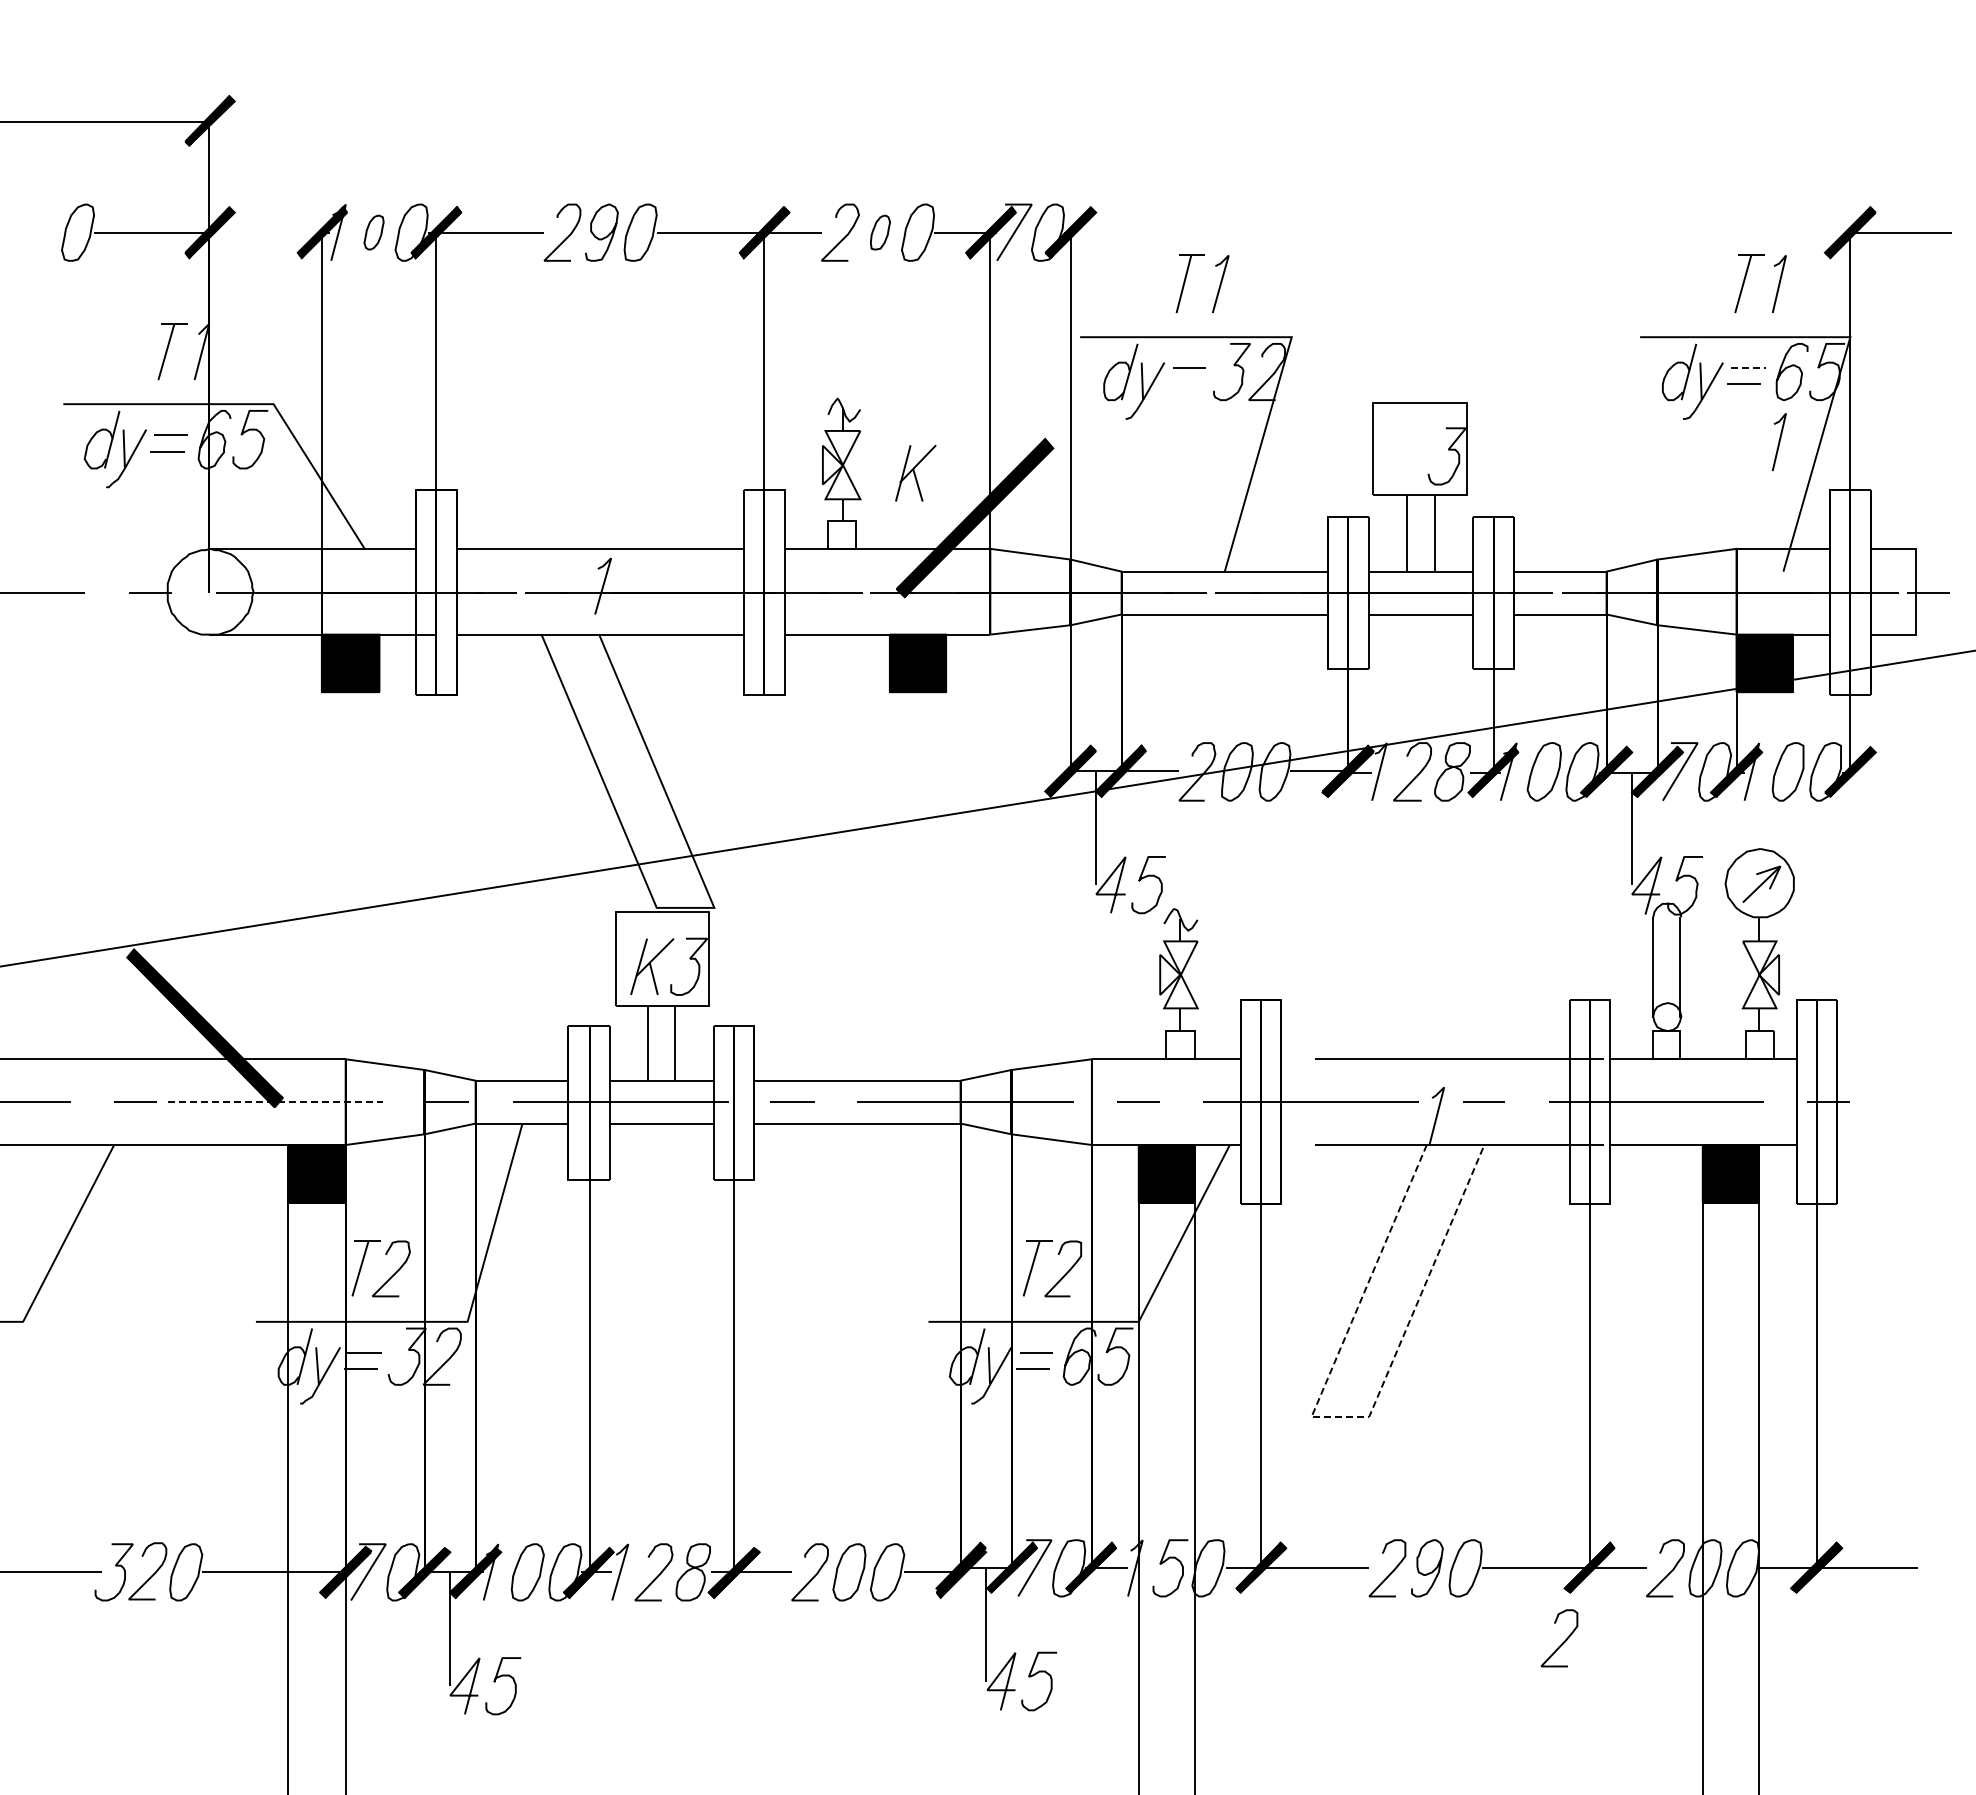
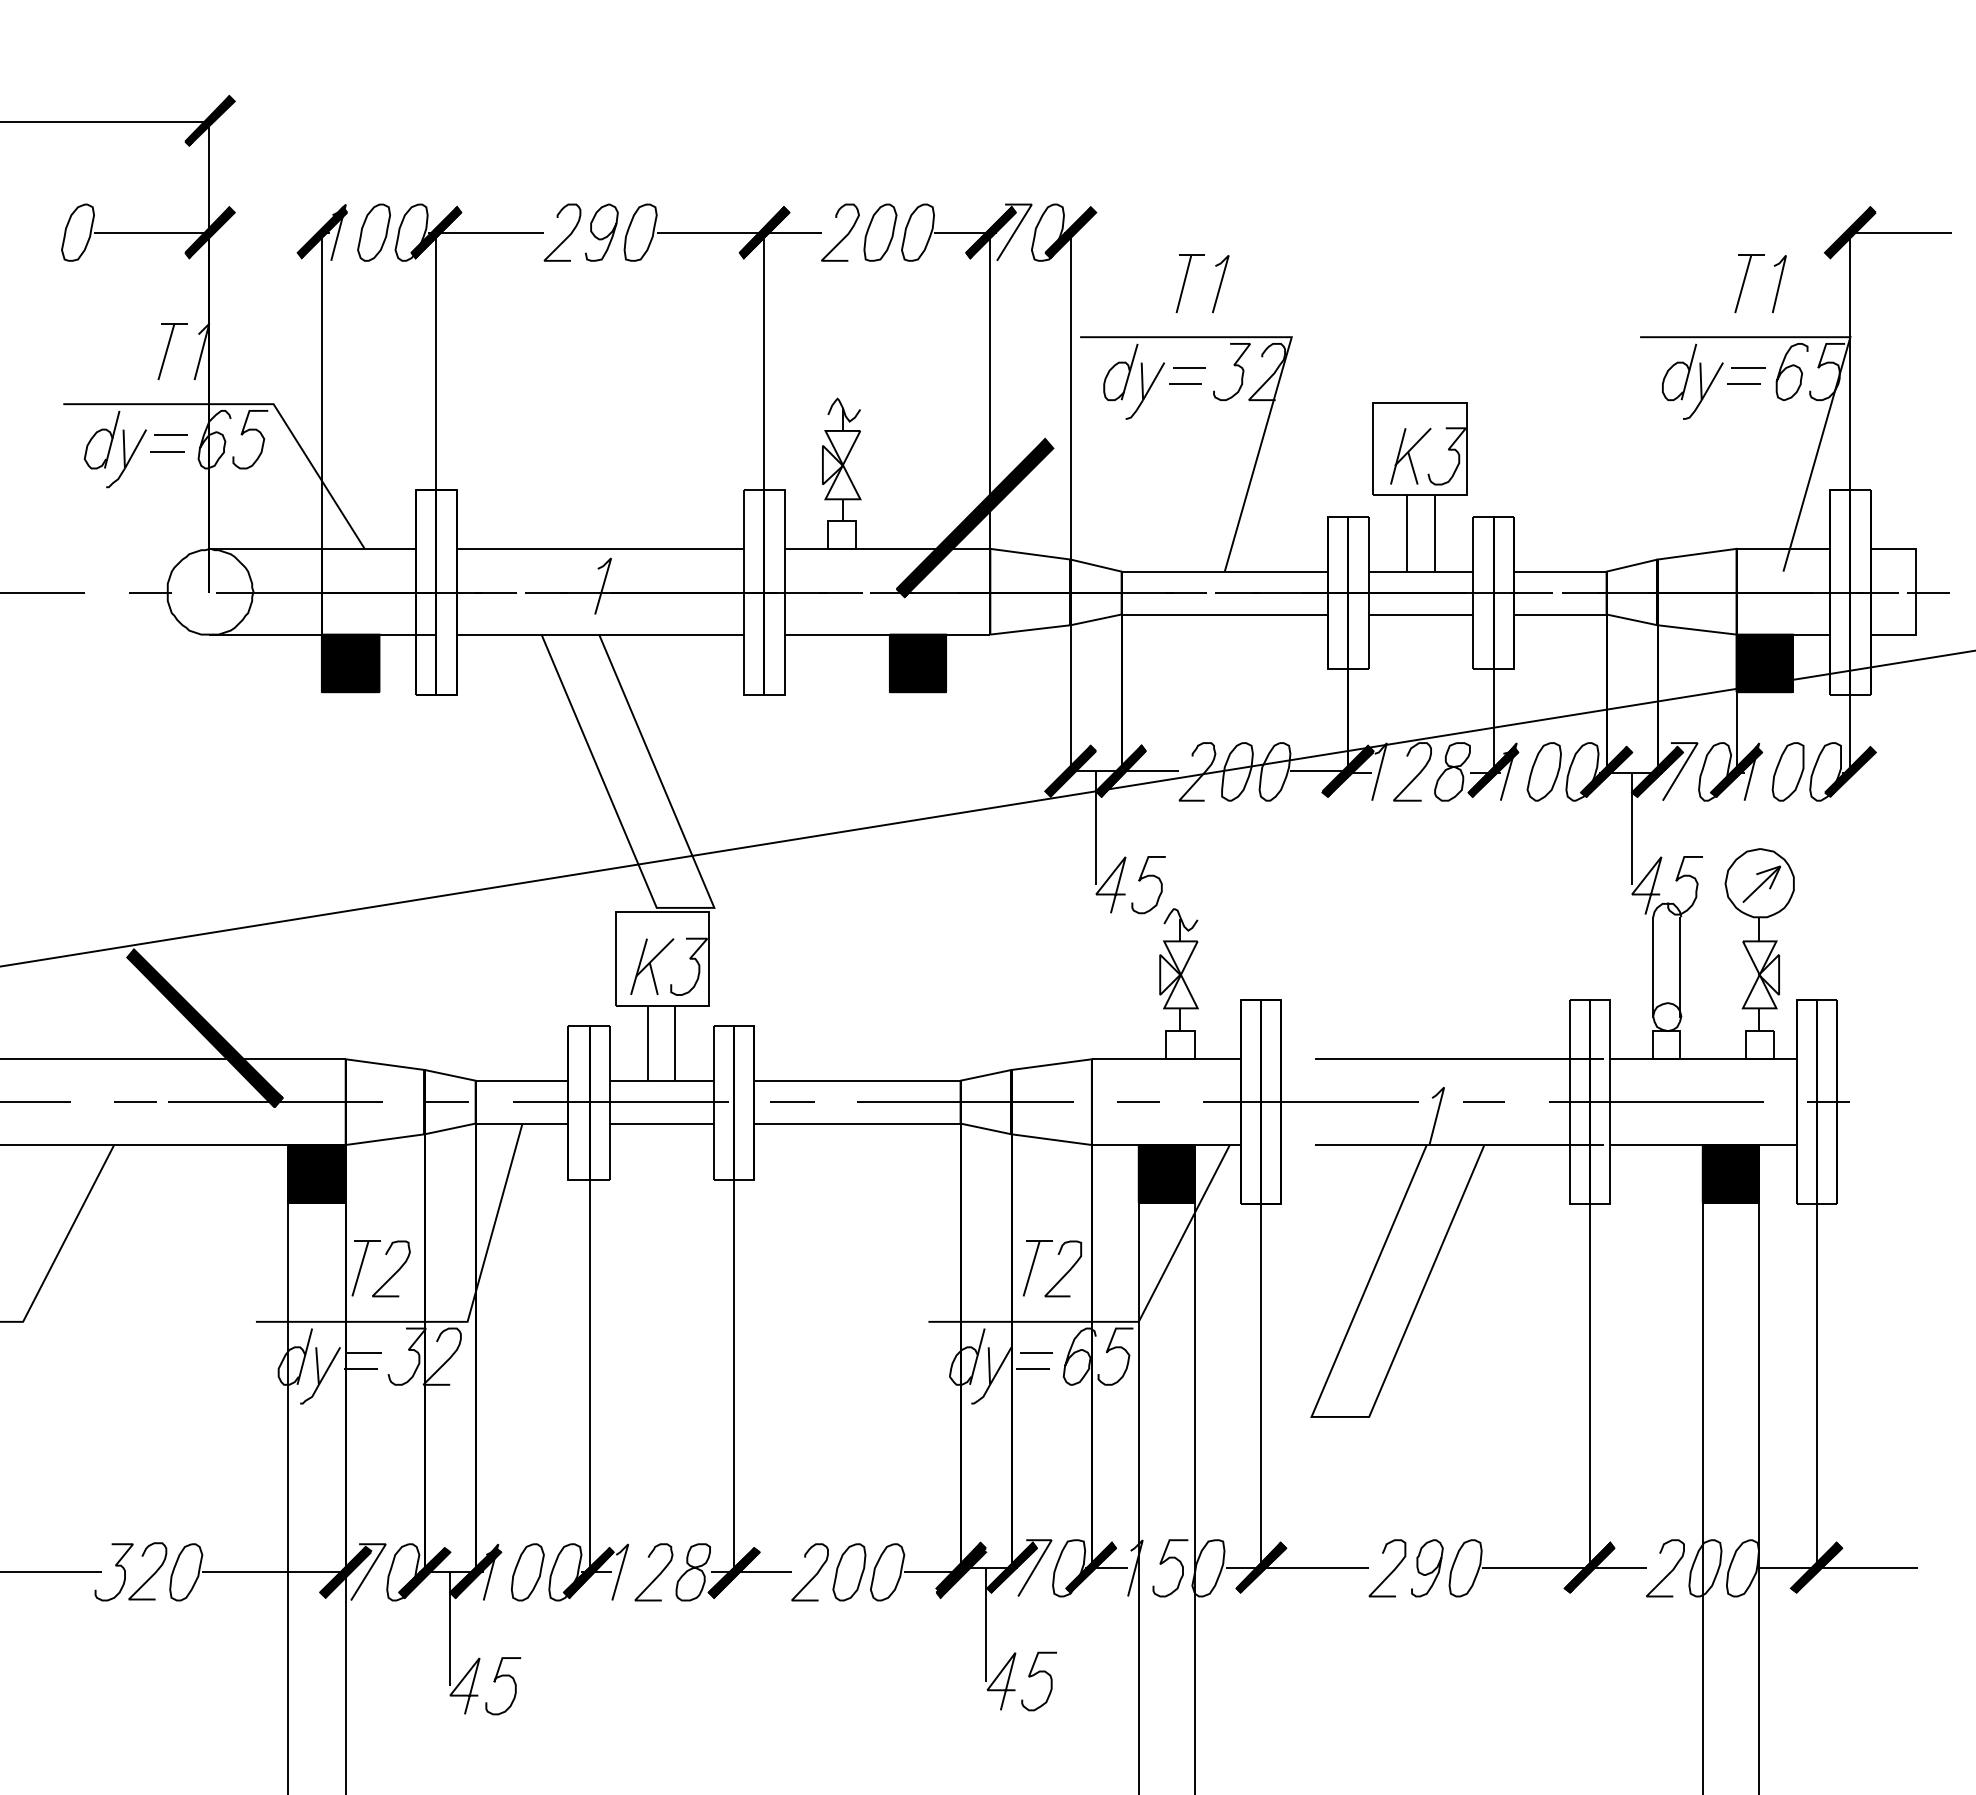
part at (373, 232) size: 22x37 px -> 34x59 px
part at (880, 232) size: 21x37 px -> 35x59 px
line at (1749, 368): dashed -> solid
line at (1185, 383): none -> present
line at (1779, 442): present -> none
part at (915, 472) position: (915, 472) -> (1410, 455)
line at (275, 1102): dashed -> solid
line at (1340, 1416): dashed -> solid
curve at (1563, 1641): present -> none
